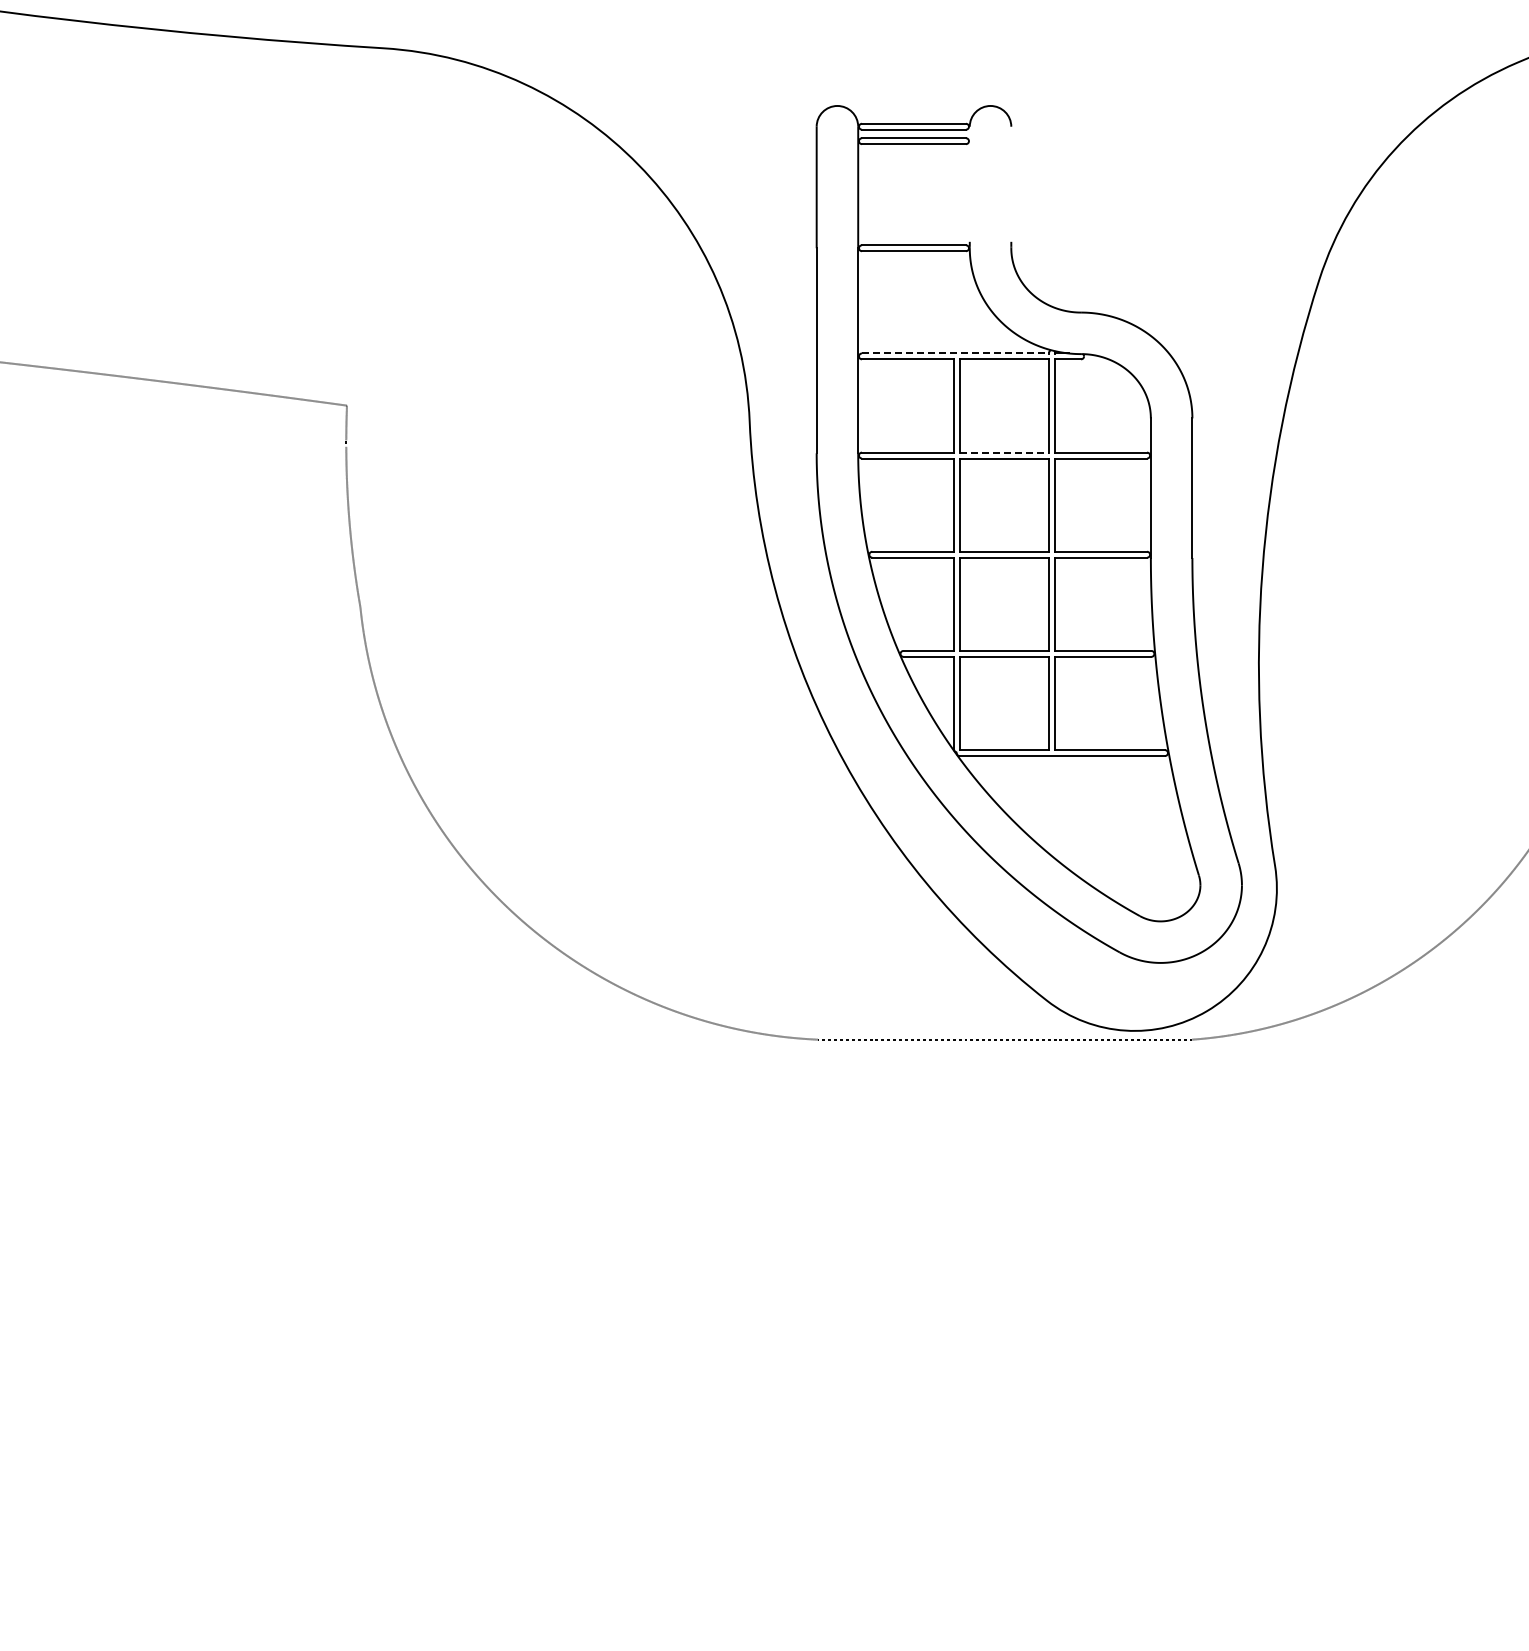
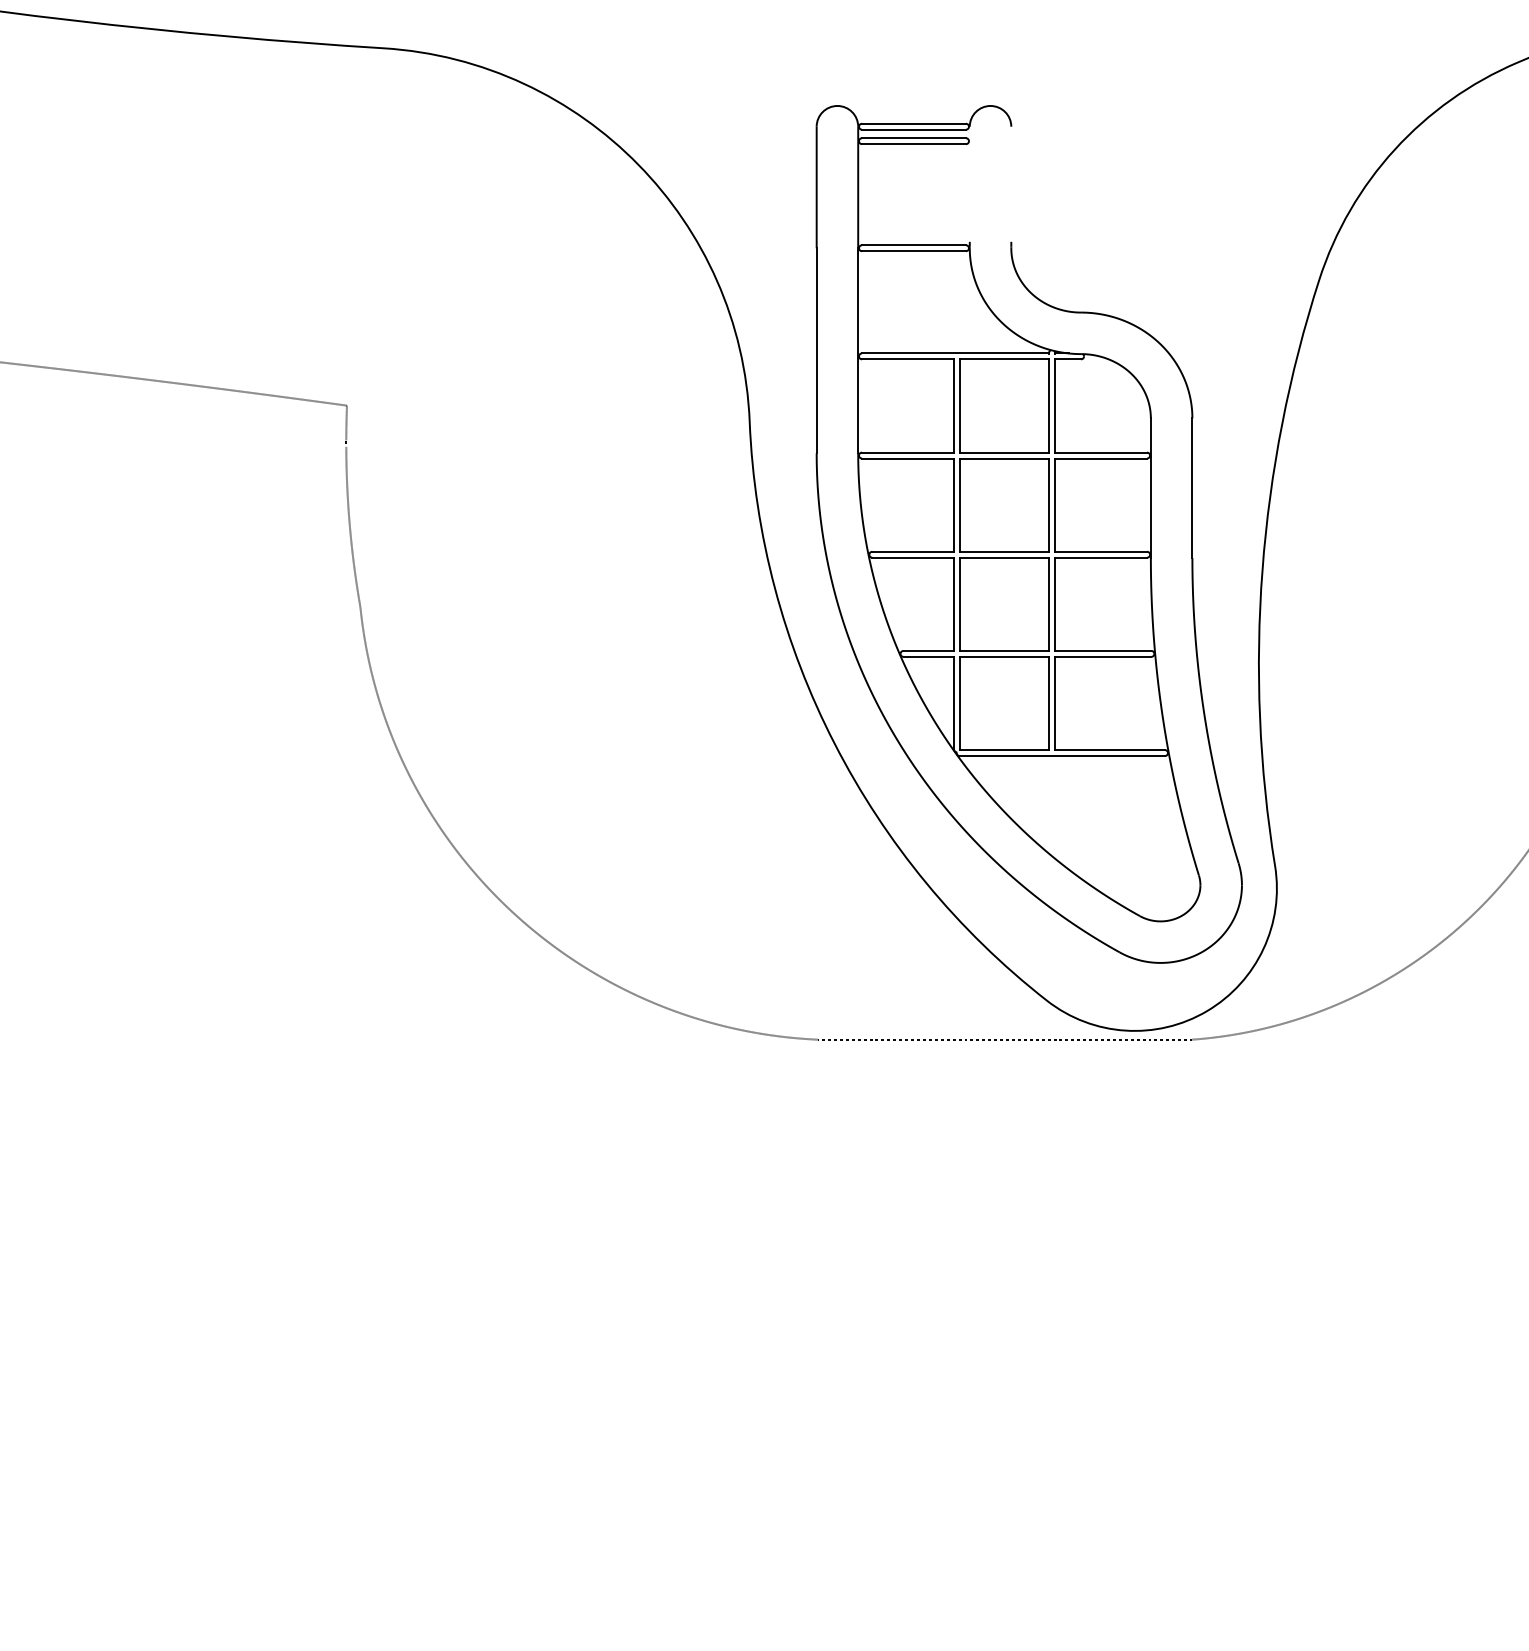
line at (955, 353): dashed -> solid
line at (1004, 452): dashed -> solid
